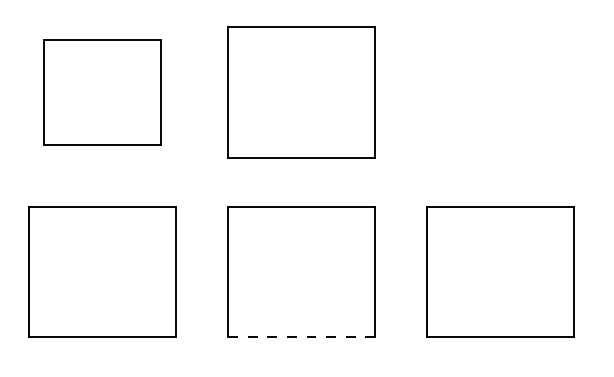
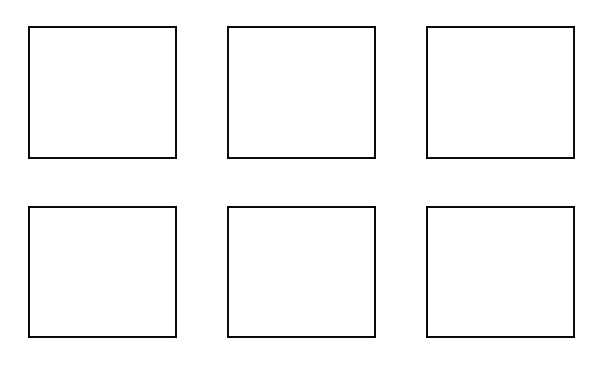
part at (102, 92) size: 119x107 px -> 149x133 px
part at (500, 92): none -> present
line at (301, 337): dashed -> solid
